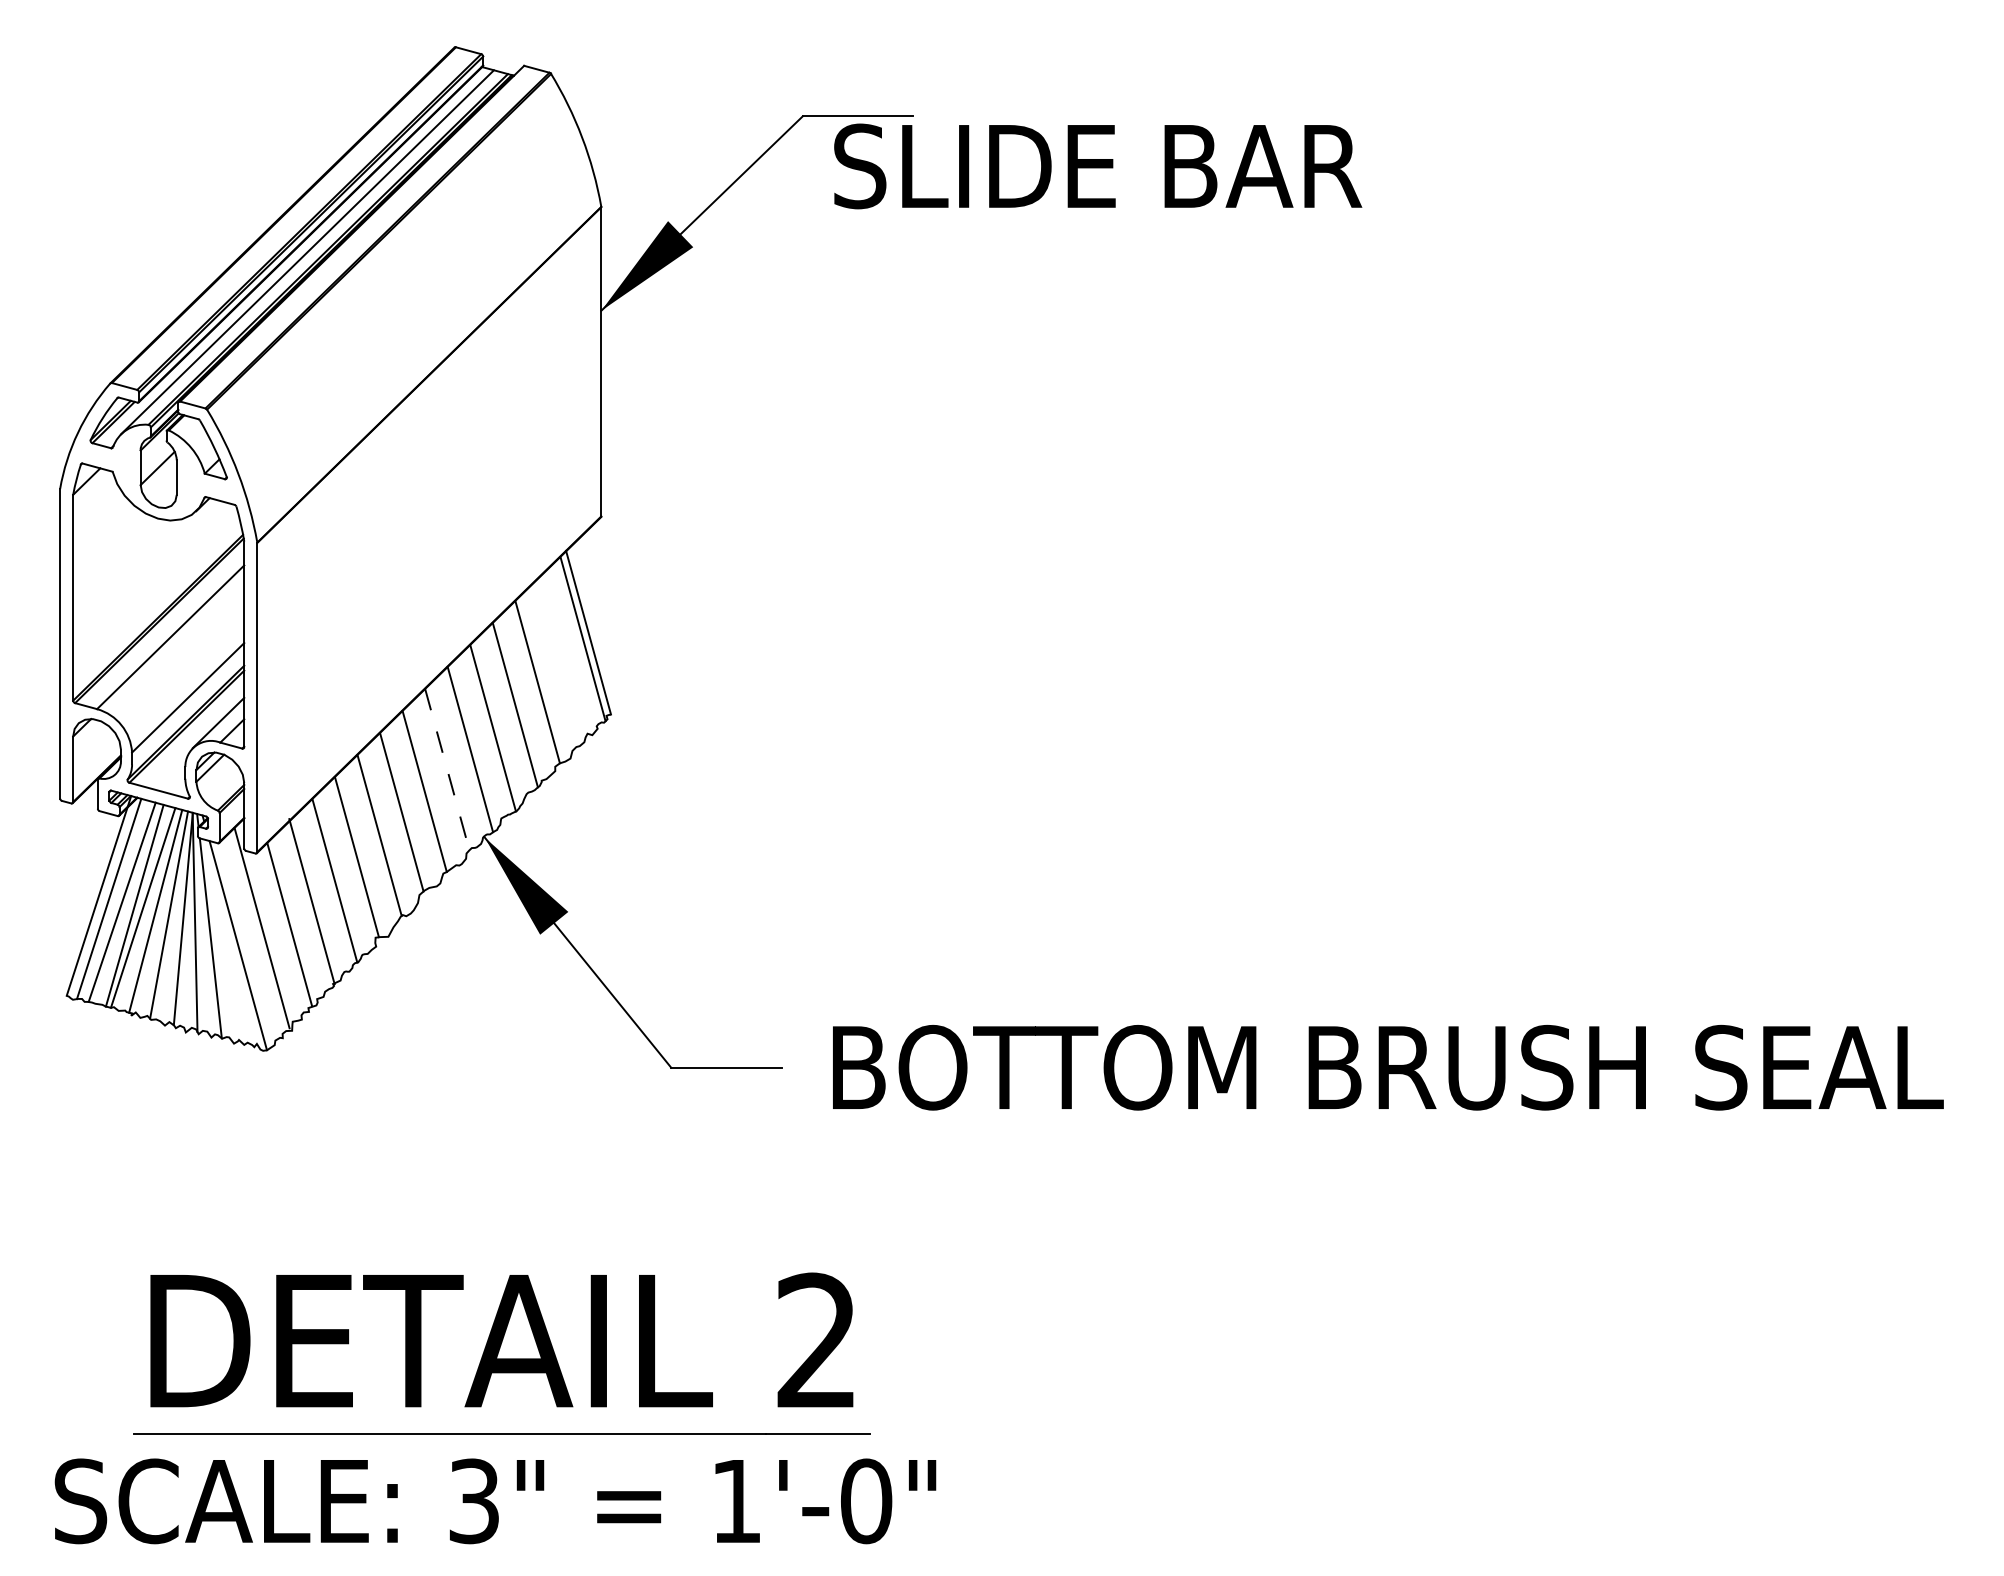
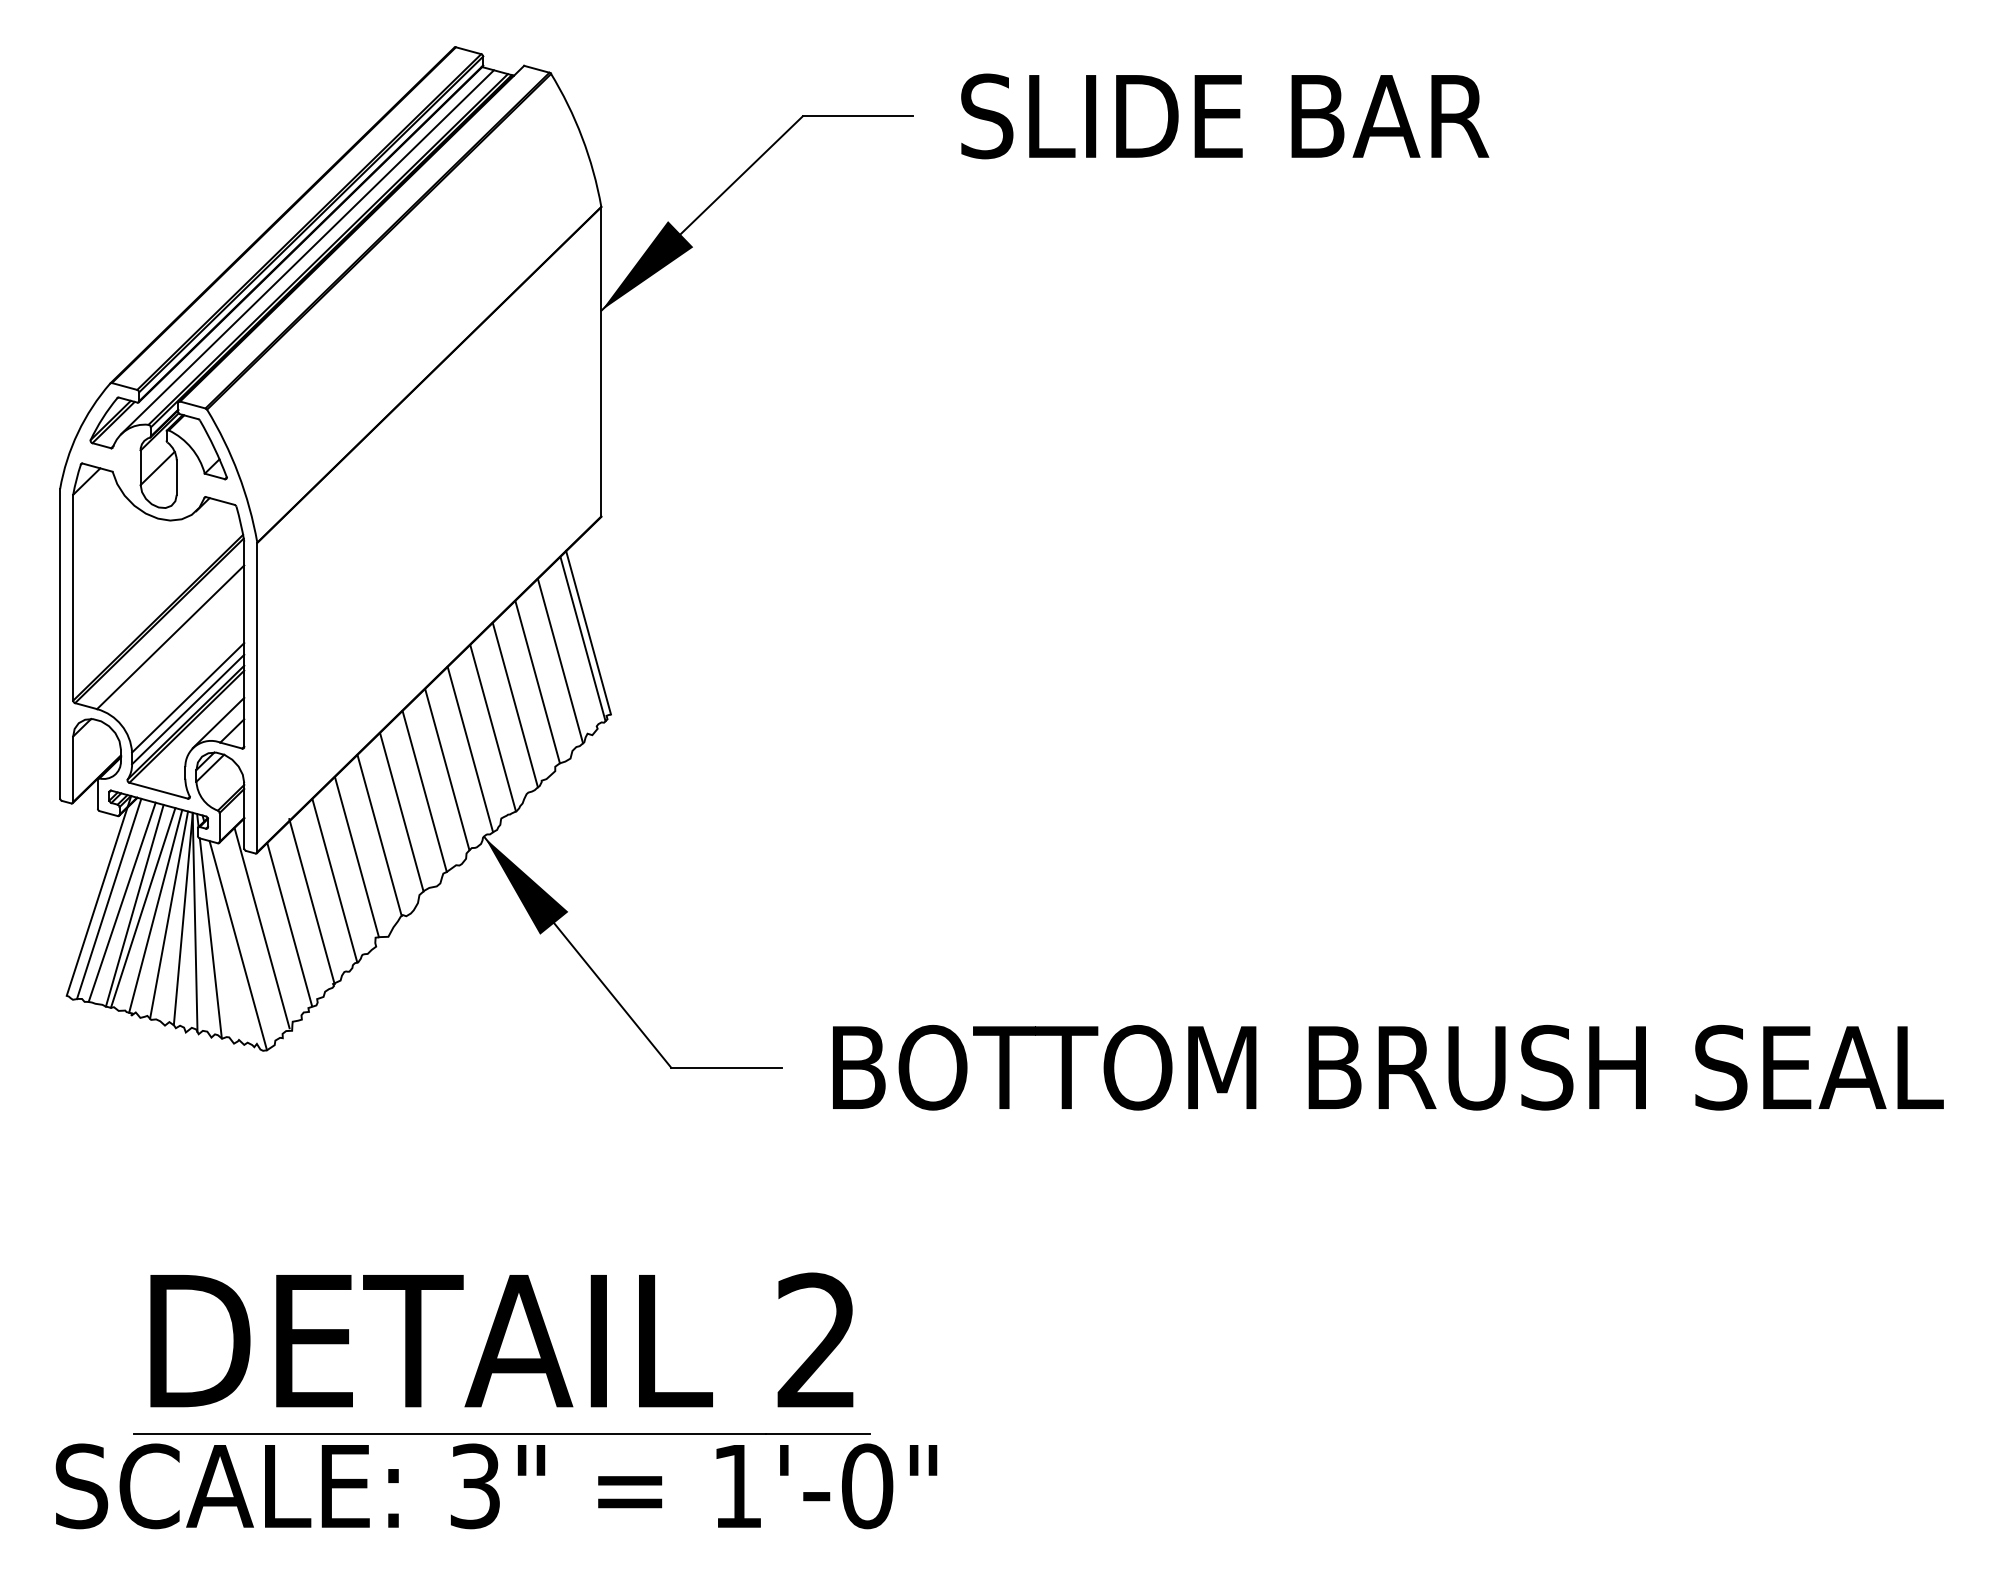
text at (1098, 166) position: (1098, 166) -> (1225, 116)
line at (560, 660): none -> present
line at (188, 709): none -> present
line at (447, 769): dashed -> solid
text at (495, 1501) position: (495, 1501) -> (496, 1486)
